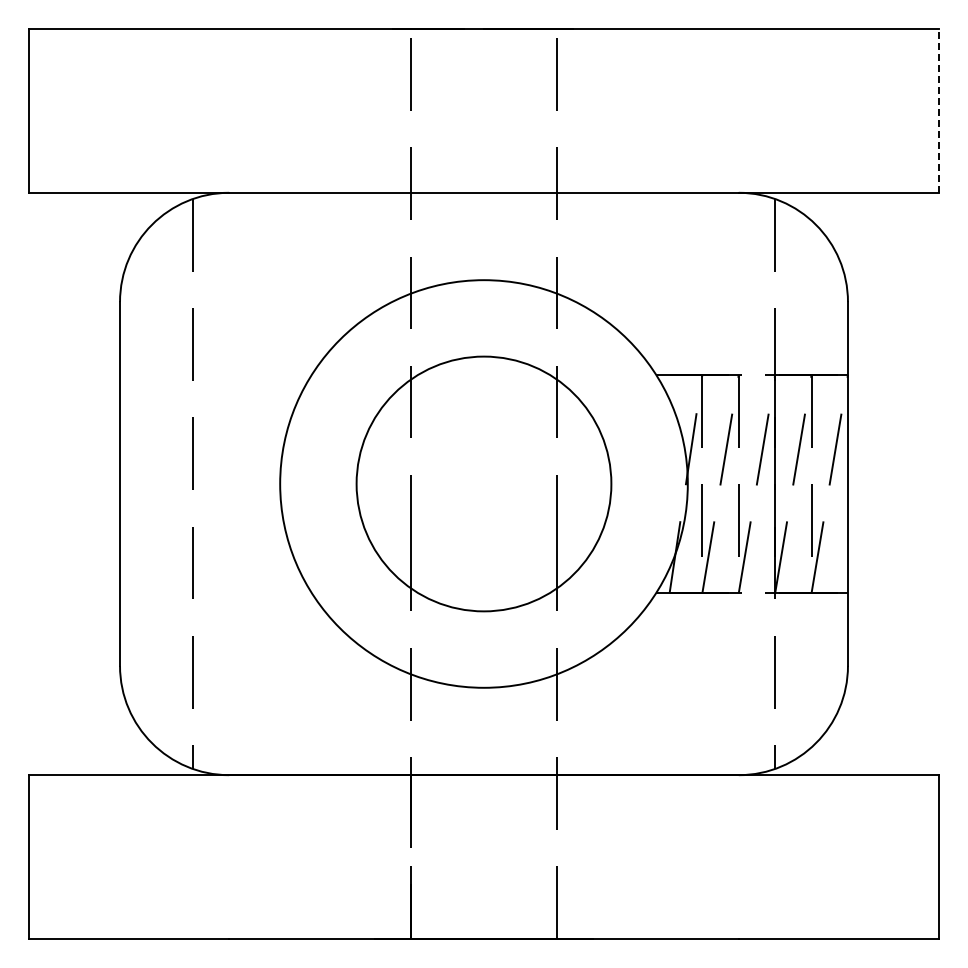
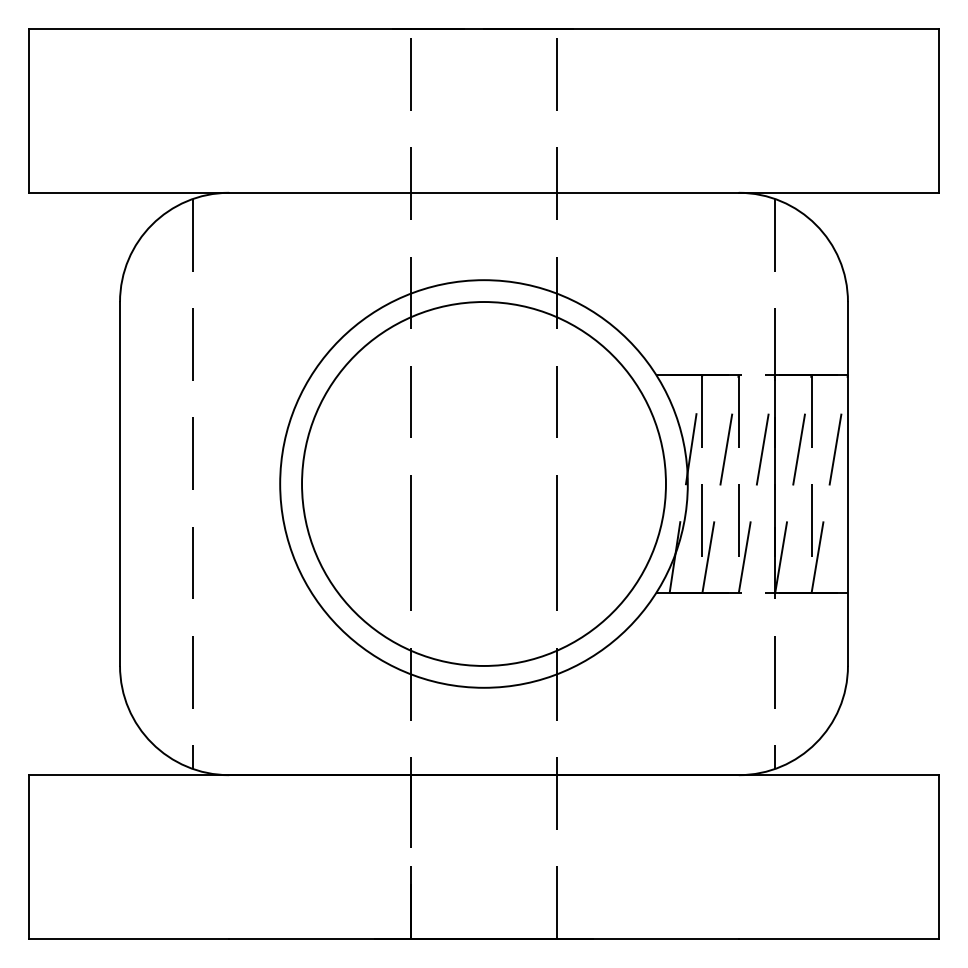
line at (938, 110): dashed -> solid
circle at (483, 483) diameter: 255 px -> 364 px
